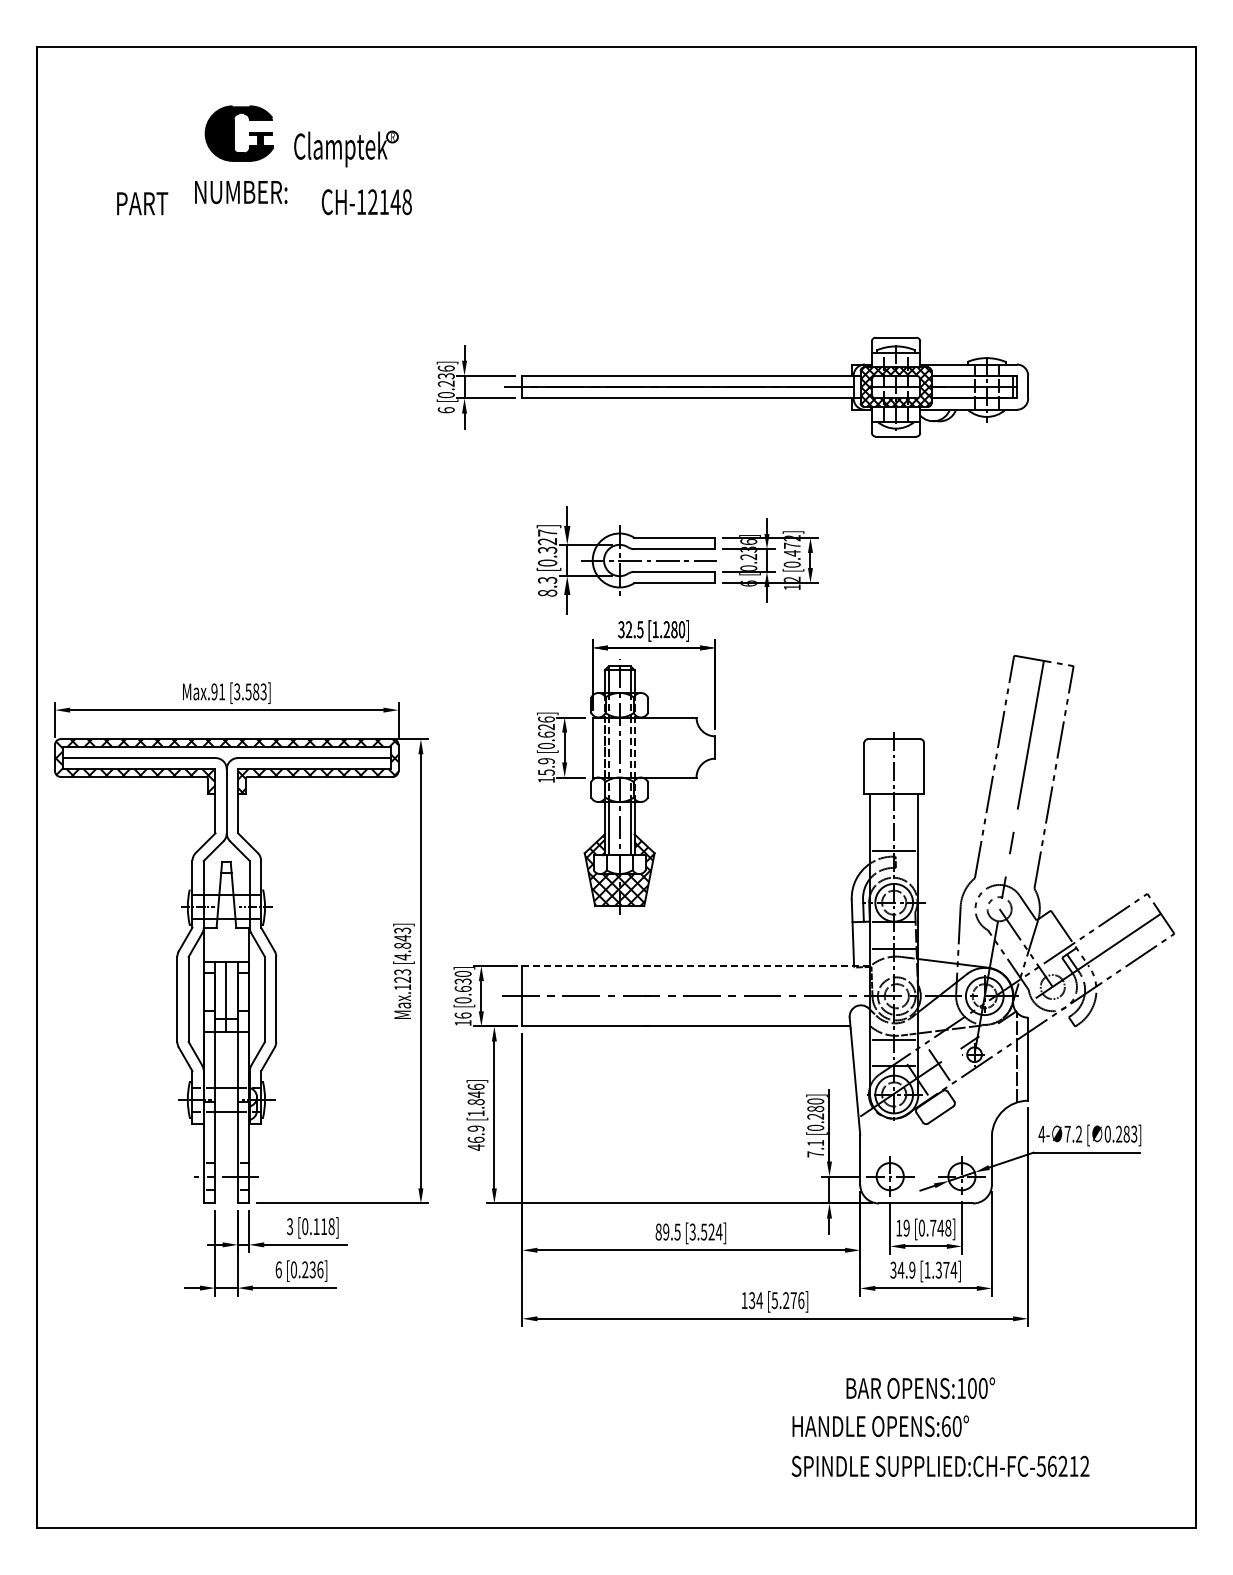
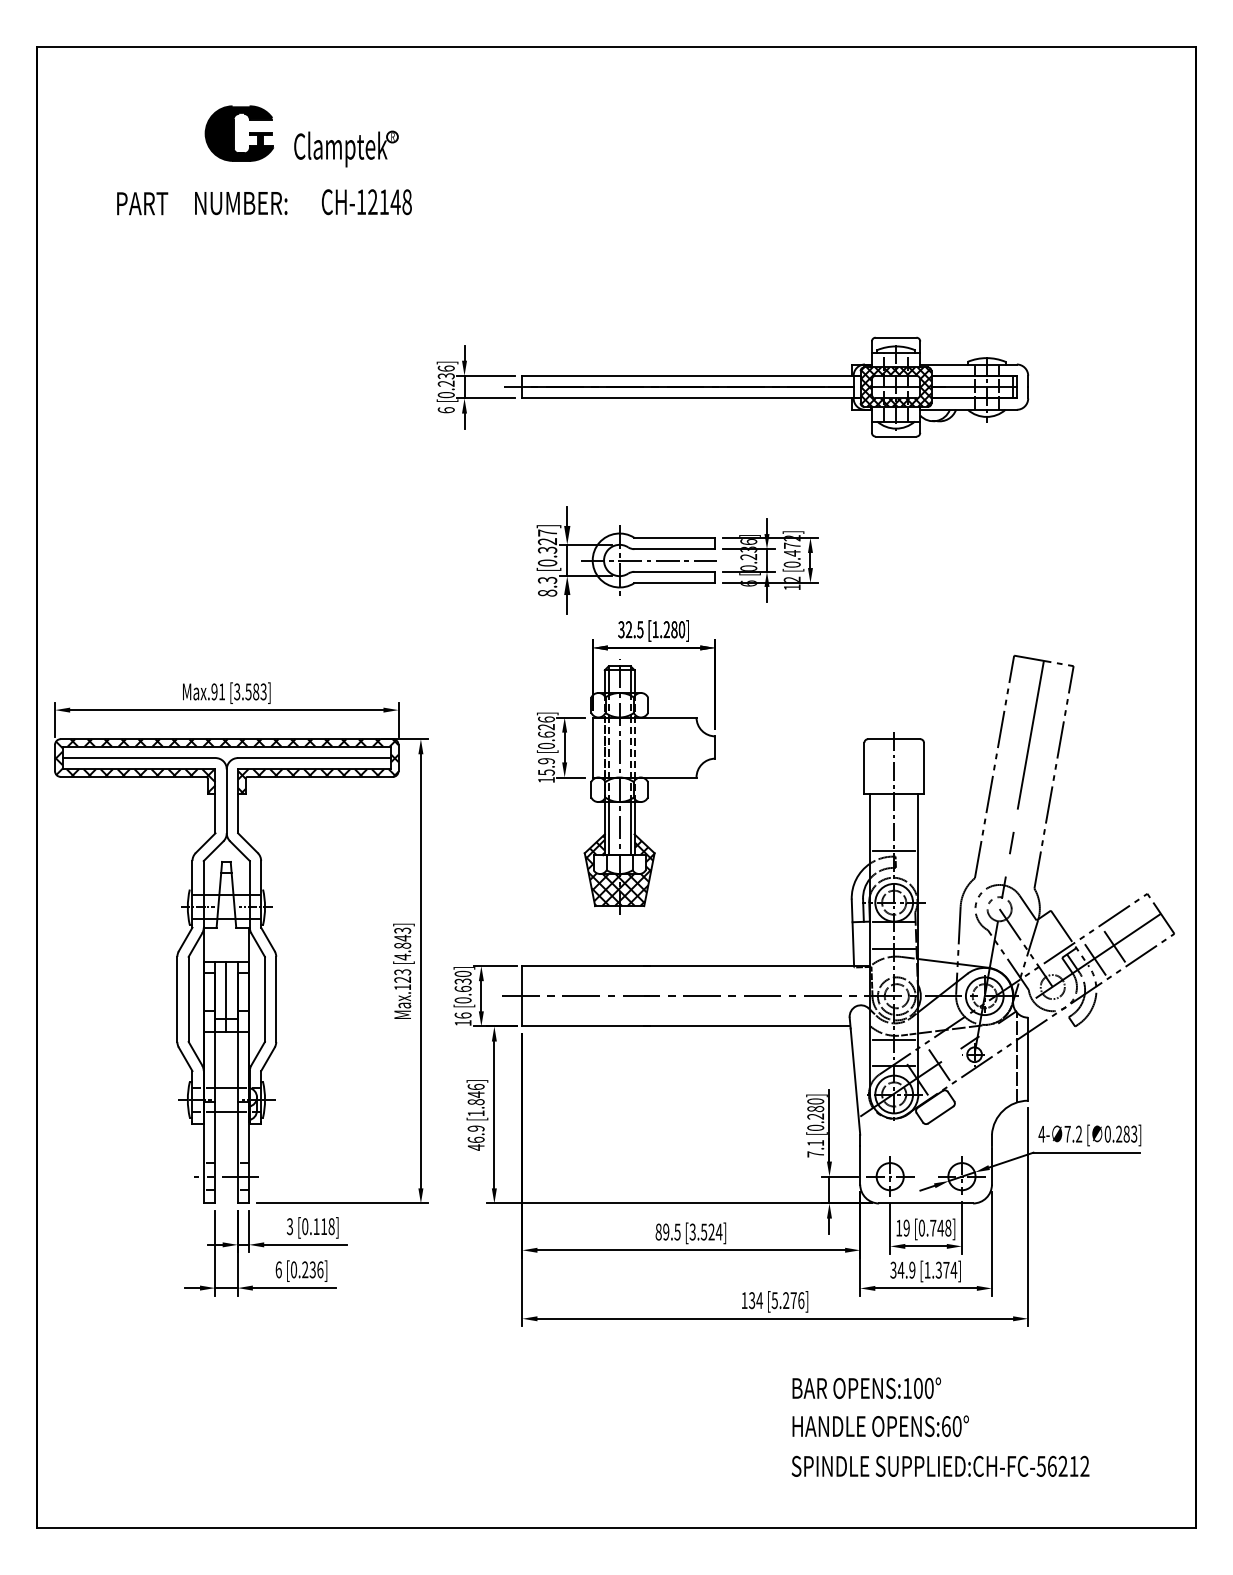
text at (241, 192) position: (241, 192) -> (241, 203)
line at (1113, 944): none -> present
line at (1094, 957): none -> present
line at (696, 966): dashed -> solid
text at (920, 1387) position: (920, 1387) -> (866, 1387)
